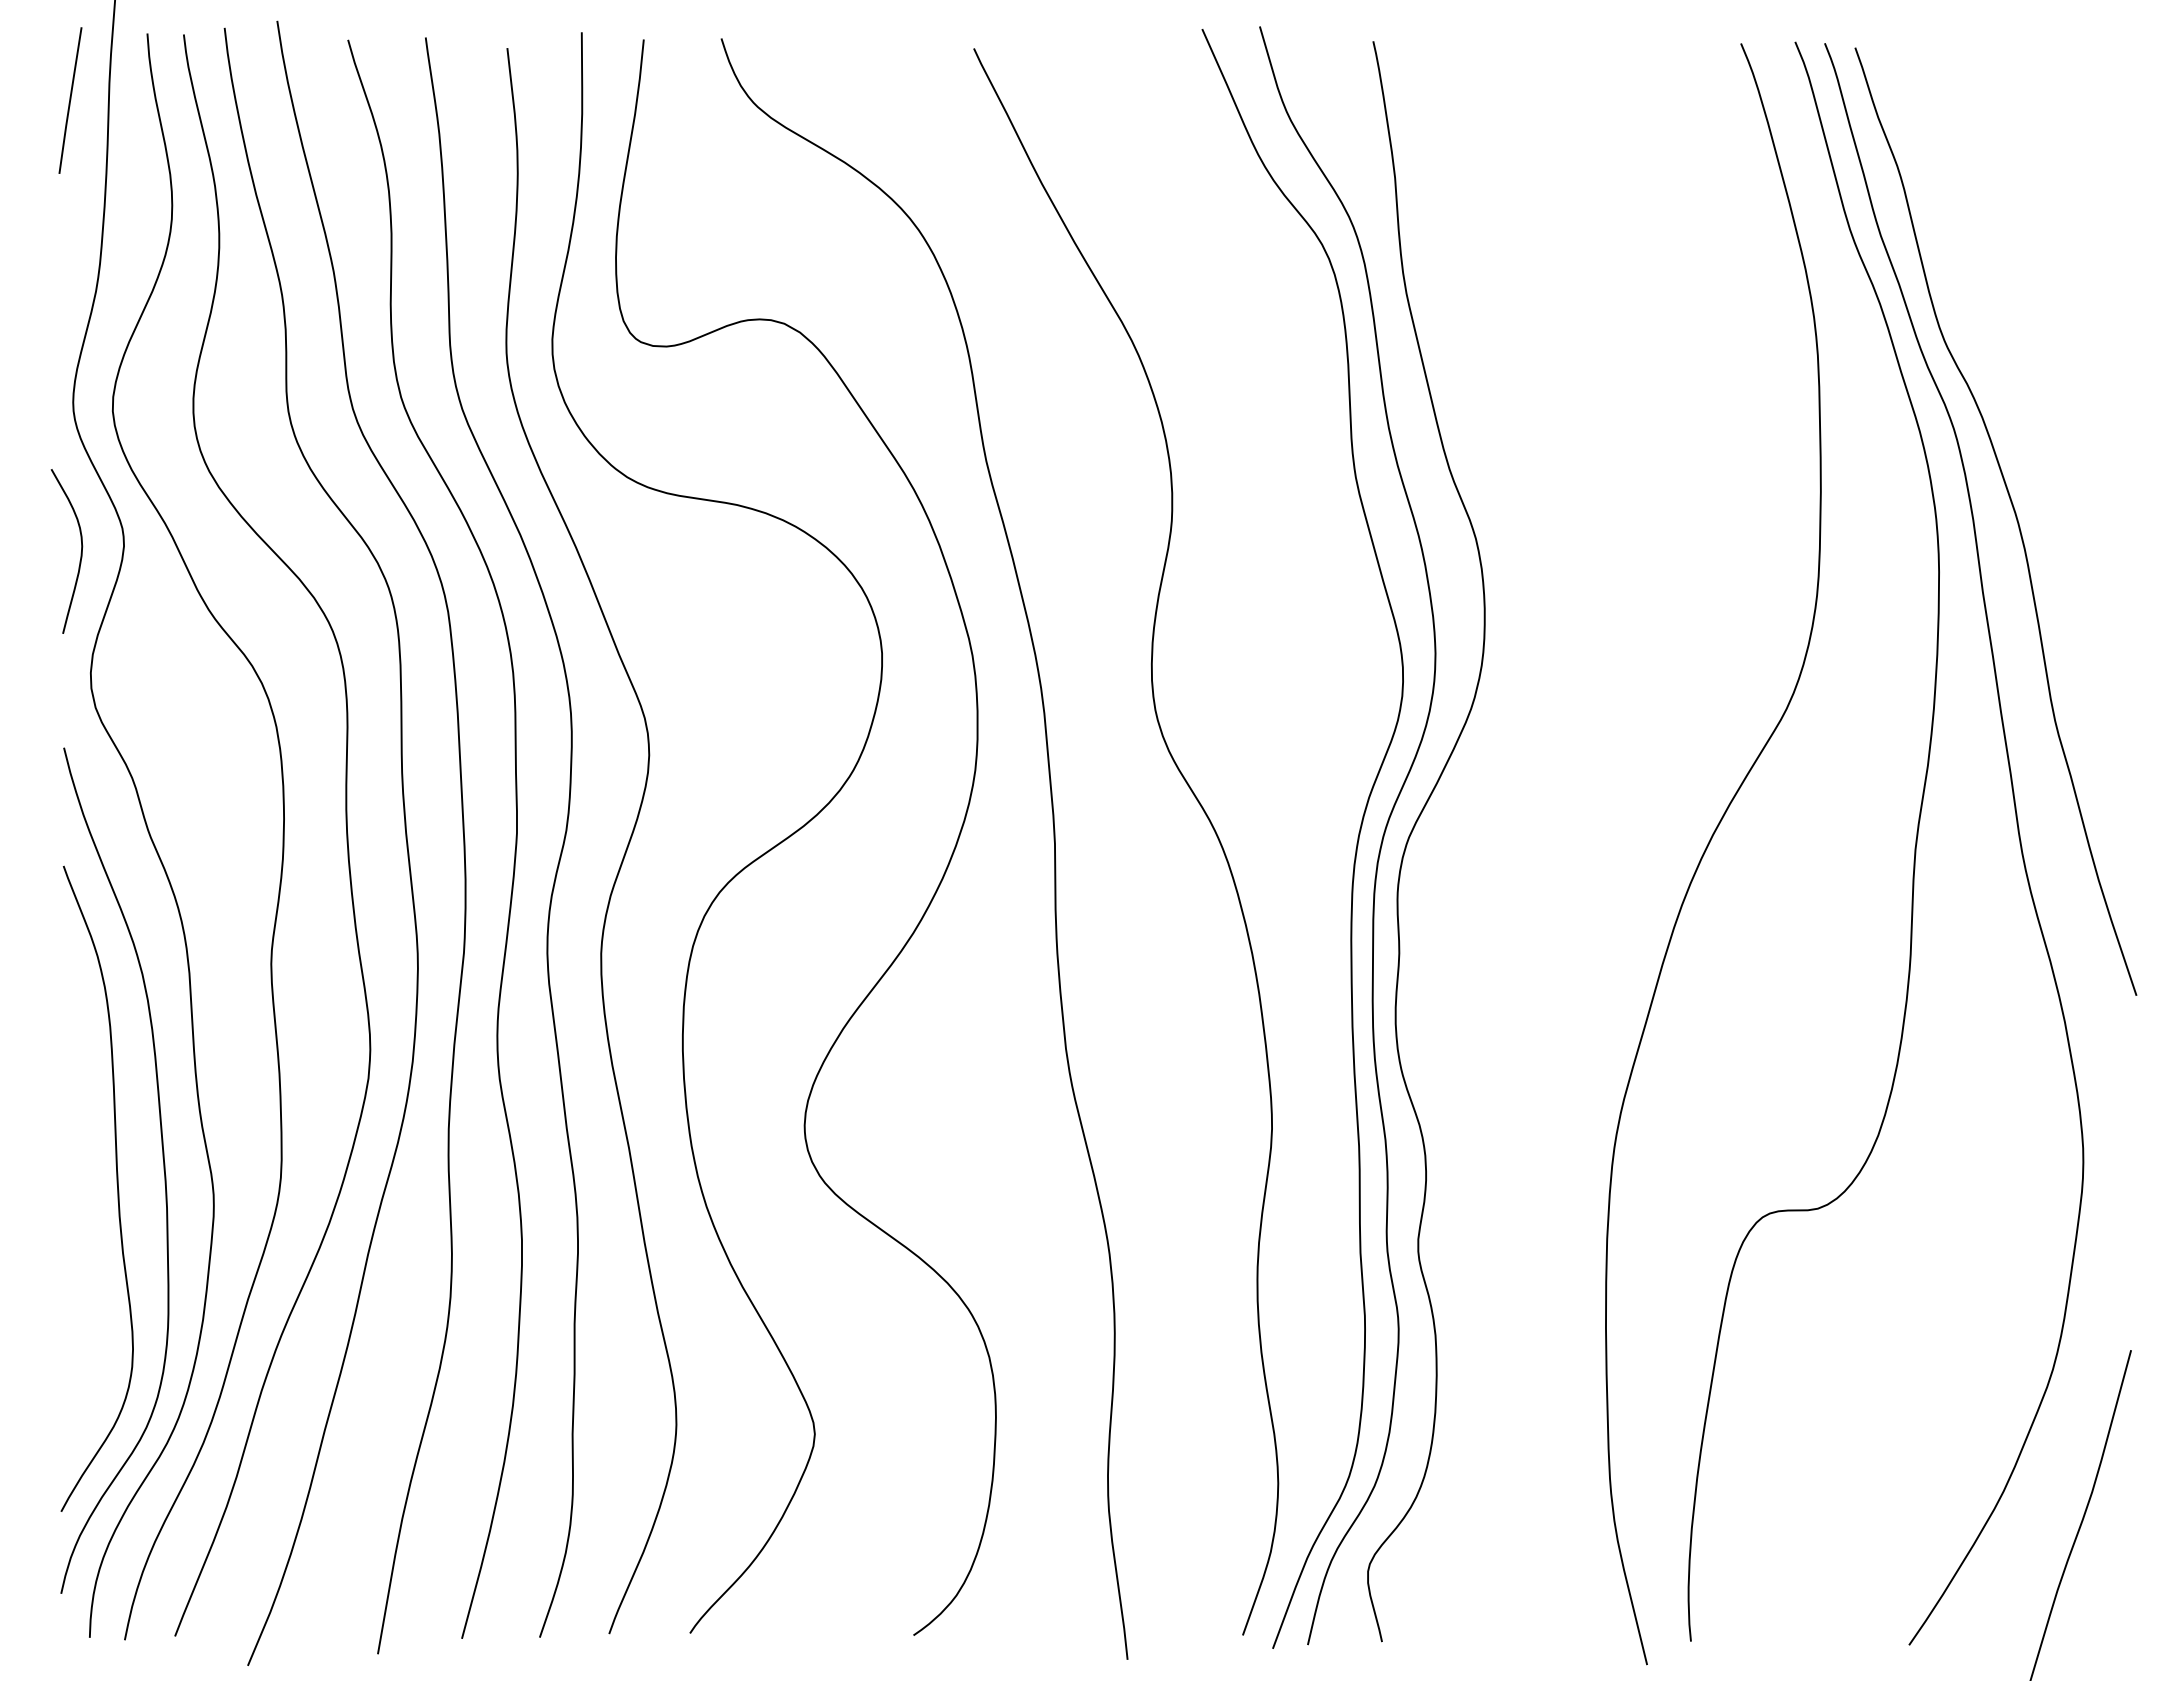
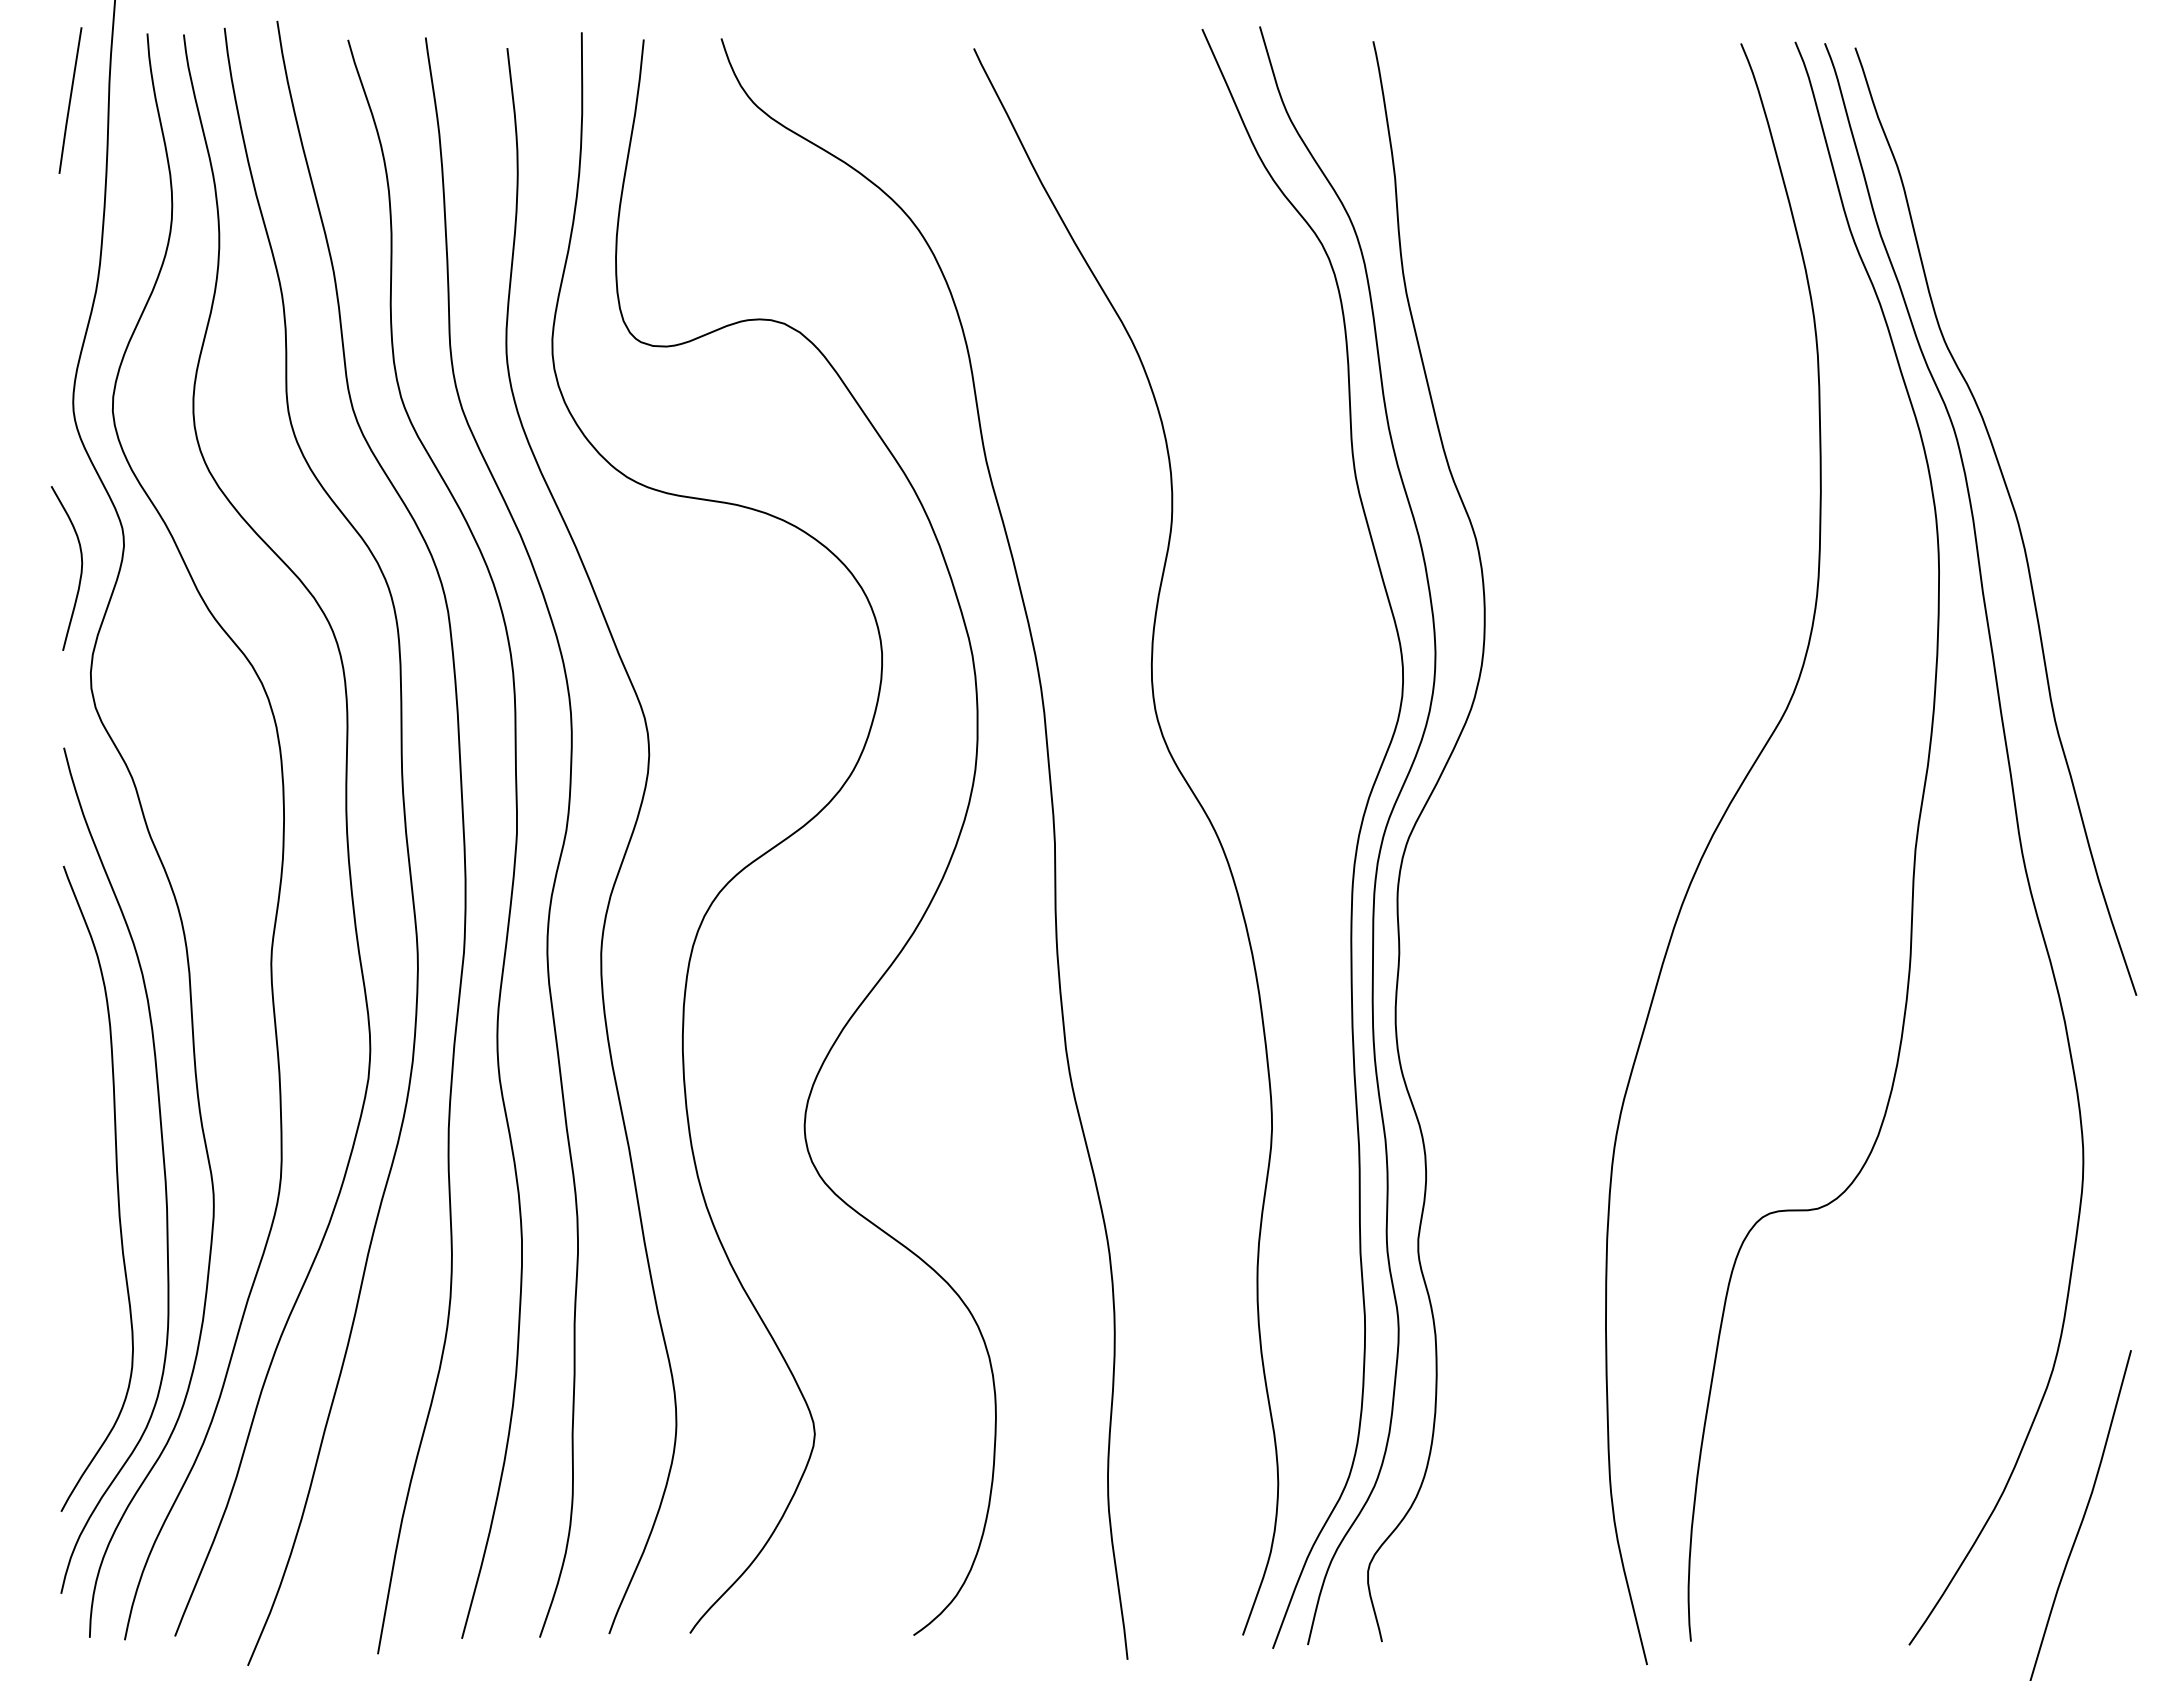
curve at (80, 553) position: (80, 553) -> (80, 570)
